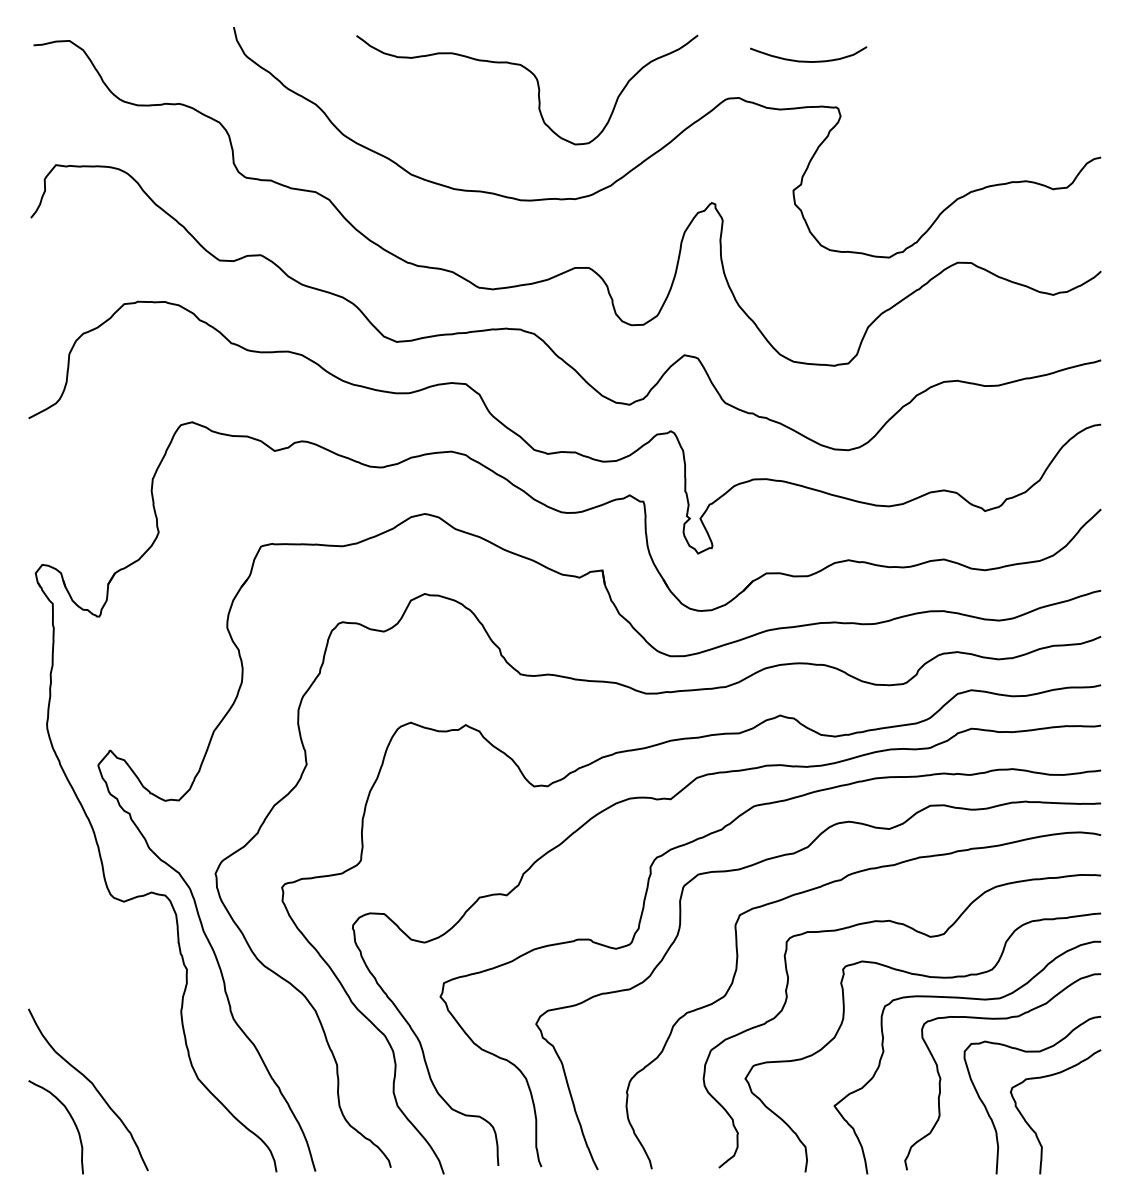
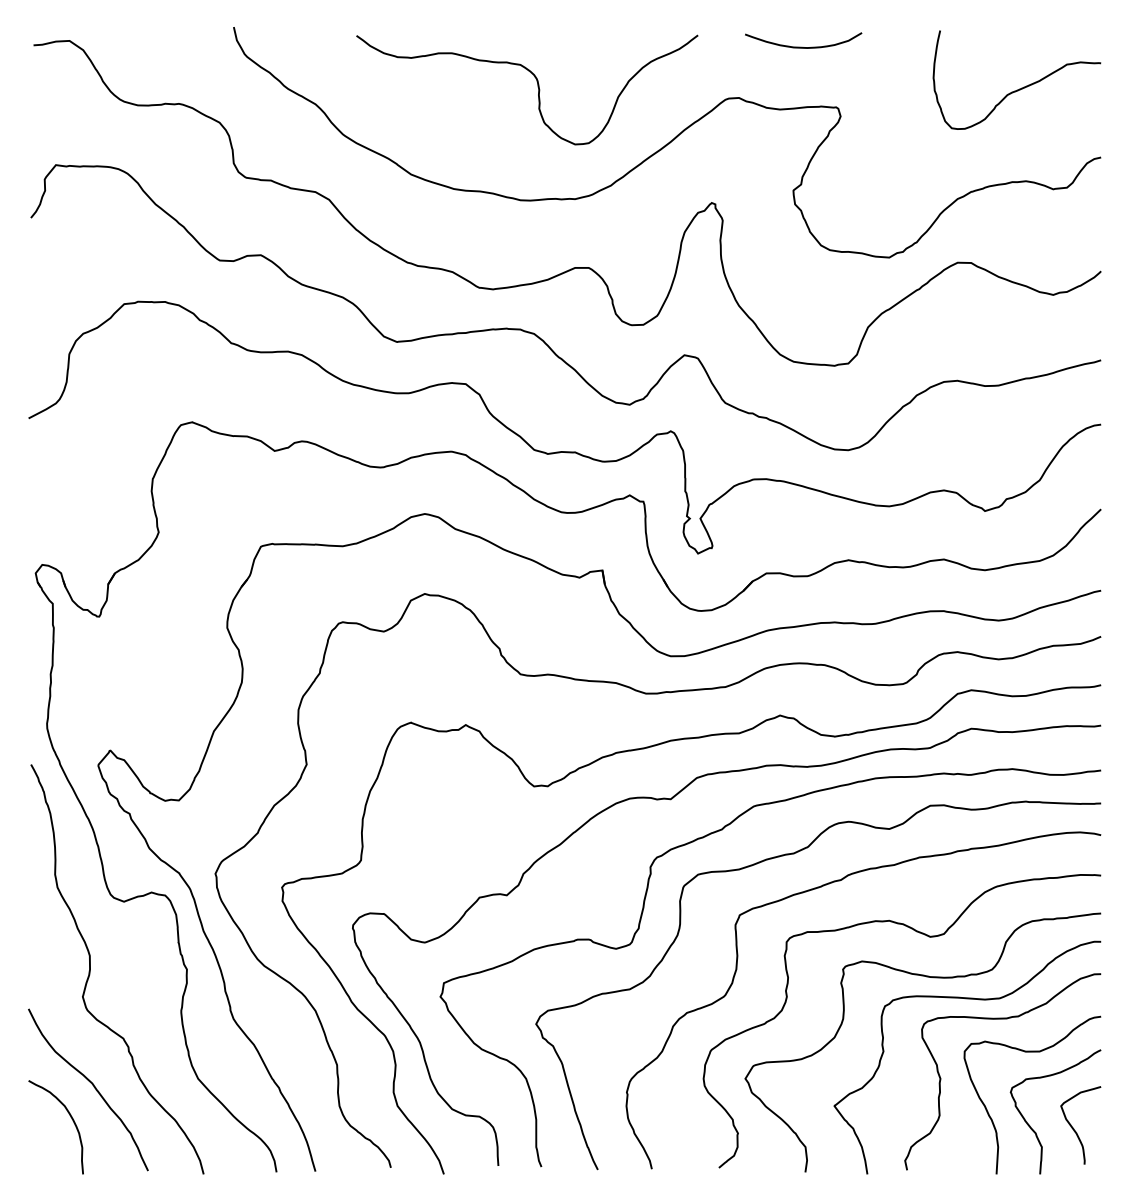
curve at (807, 60) position: (807, 60) -> (802, 46)
curve at (1021, 87): none -> present
curve at (90, 969): none -> present
curve at (1074, 1128): none -> present
